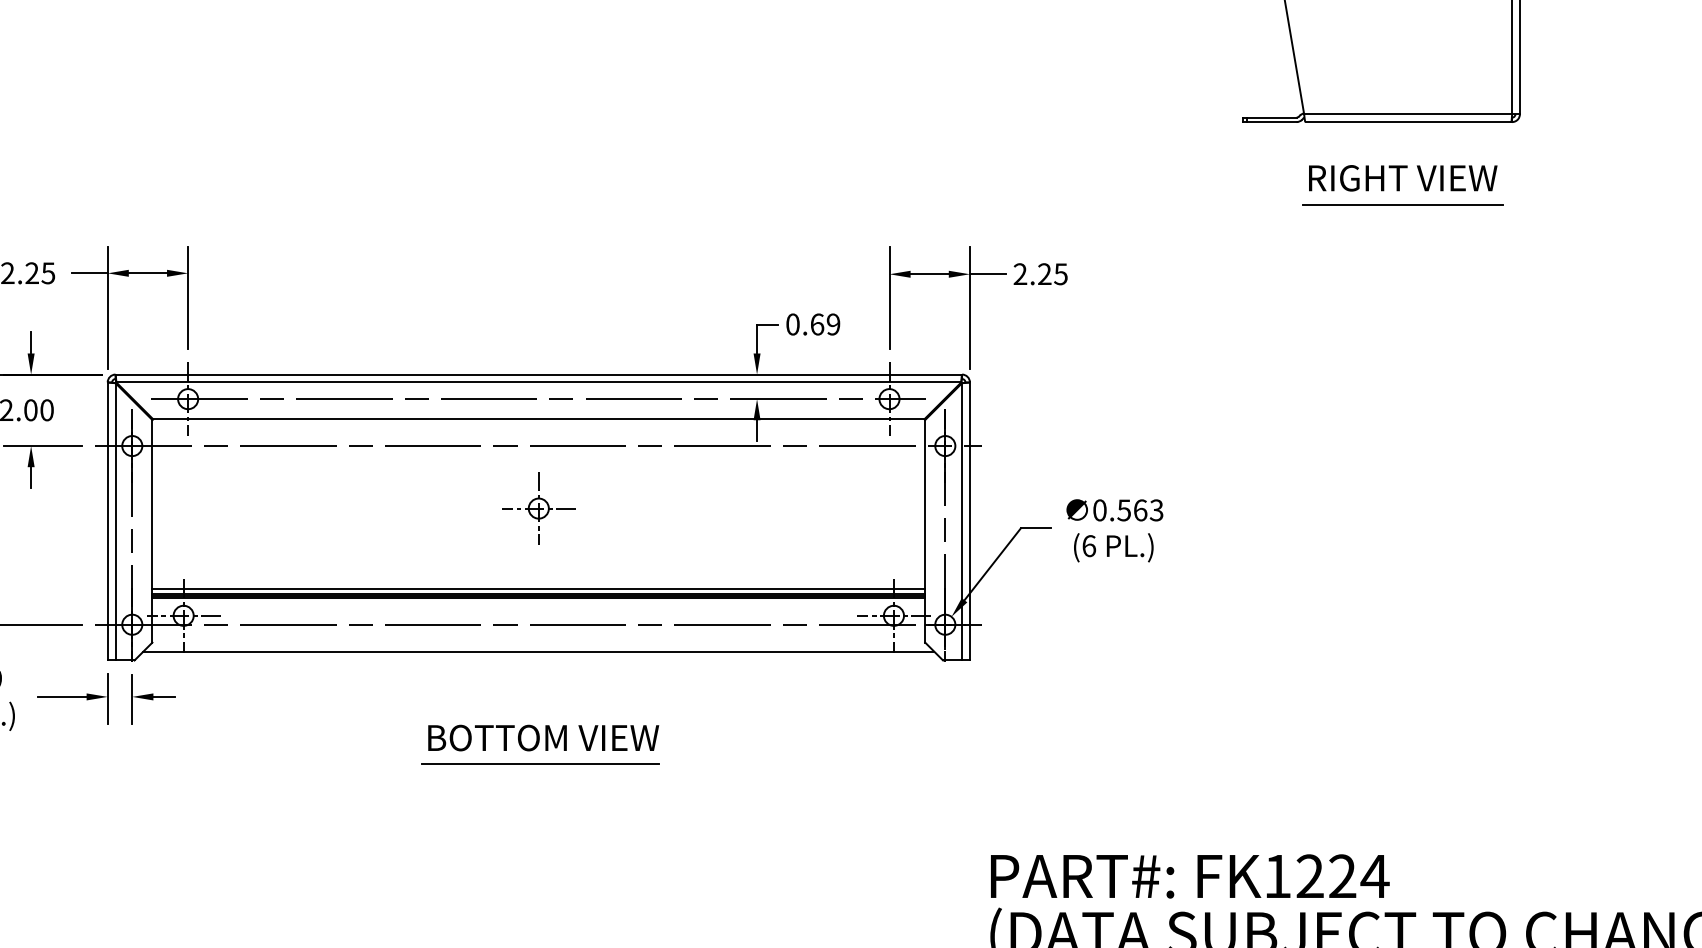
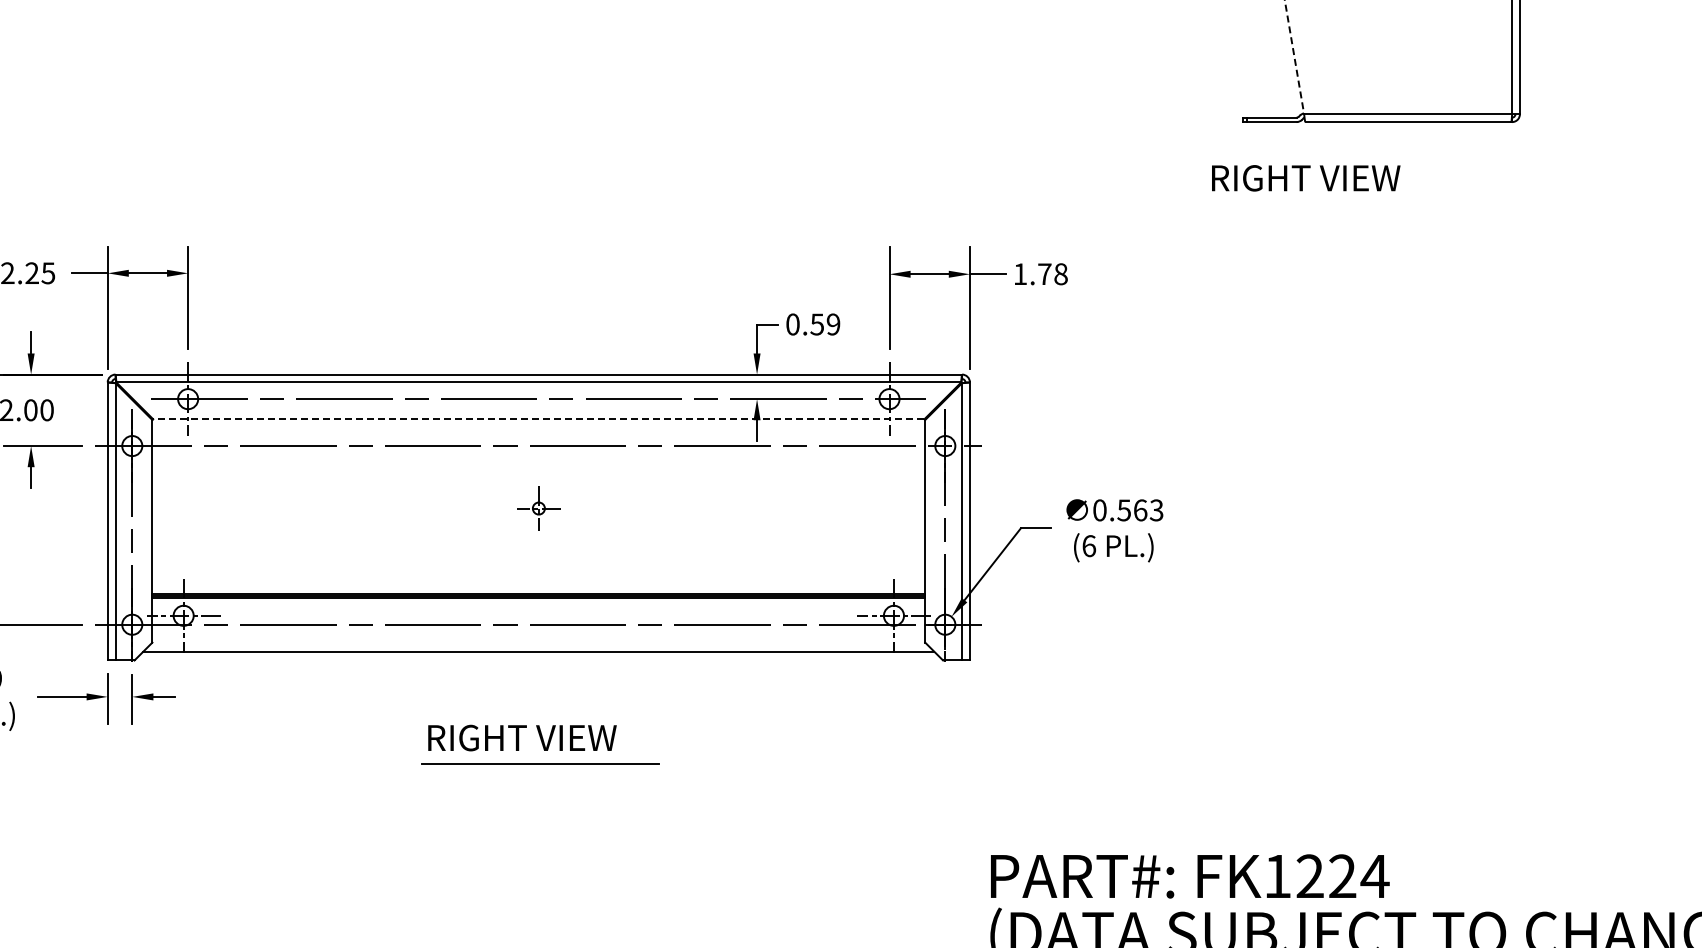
line at (1294, 57): solid -> dashed
text at (1403, 178) position: (1403, 178) -> (1306, 178)
line at (1402, 204): present -> none
text at (1040, 274): 2.25 -> 1.78
text at (817, 324): 0.69 -> 0.59
line at (538, 419): solid -> dashed
part at (538, 508) size: 74x73 px -> 44x45 px
line at (538, 588): present -> none
text at (545, 737): BOTTOM VIEW -> RIGHT VIEW
